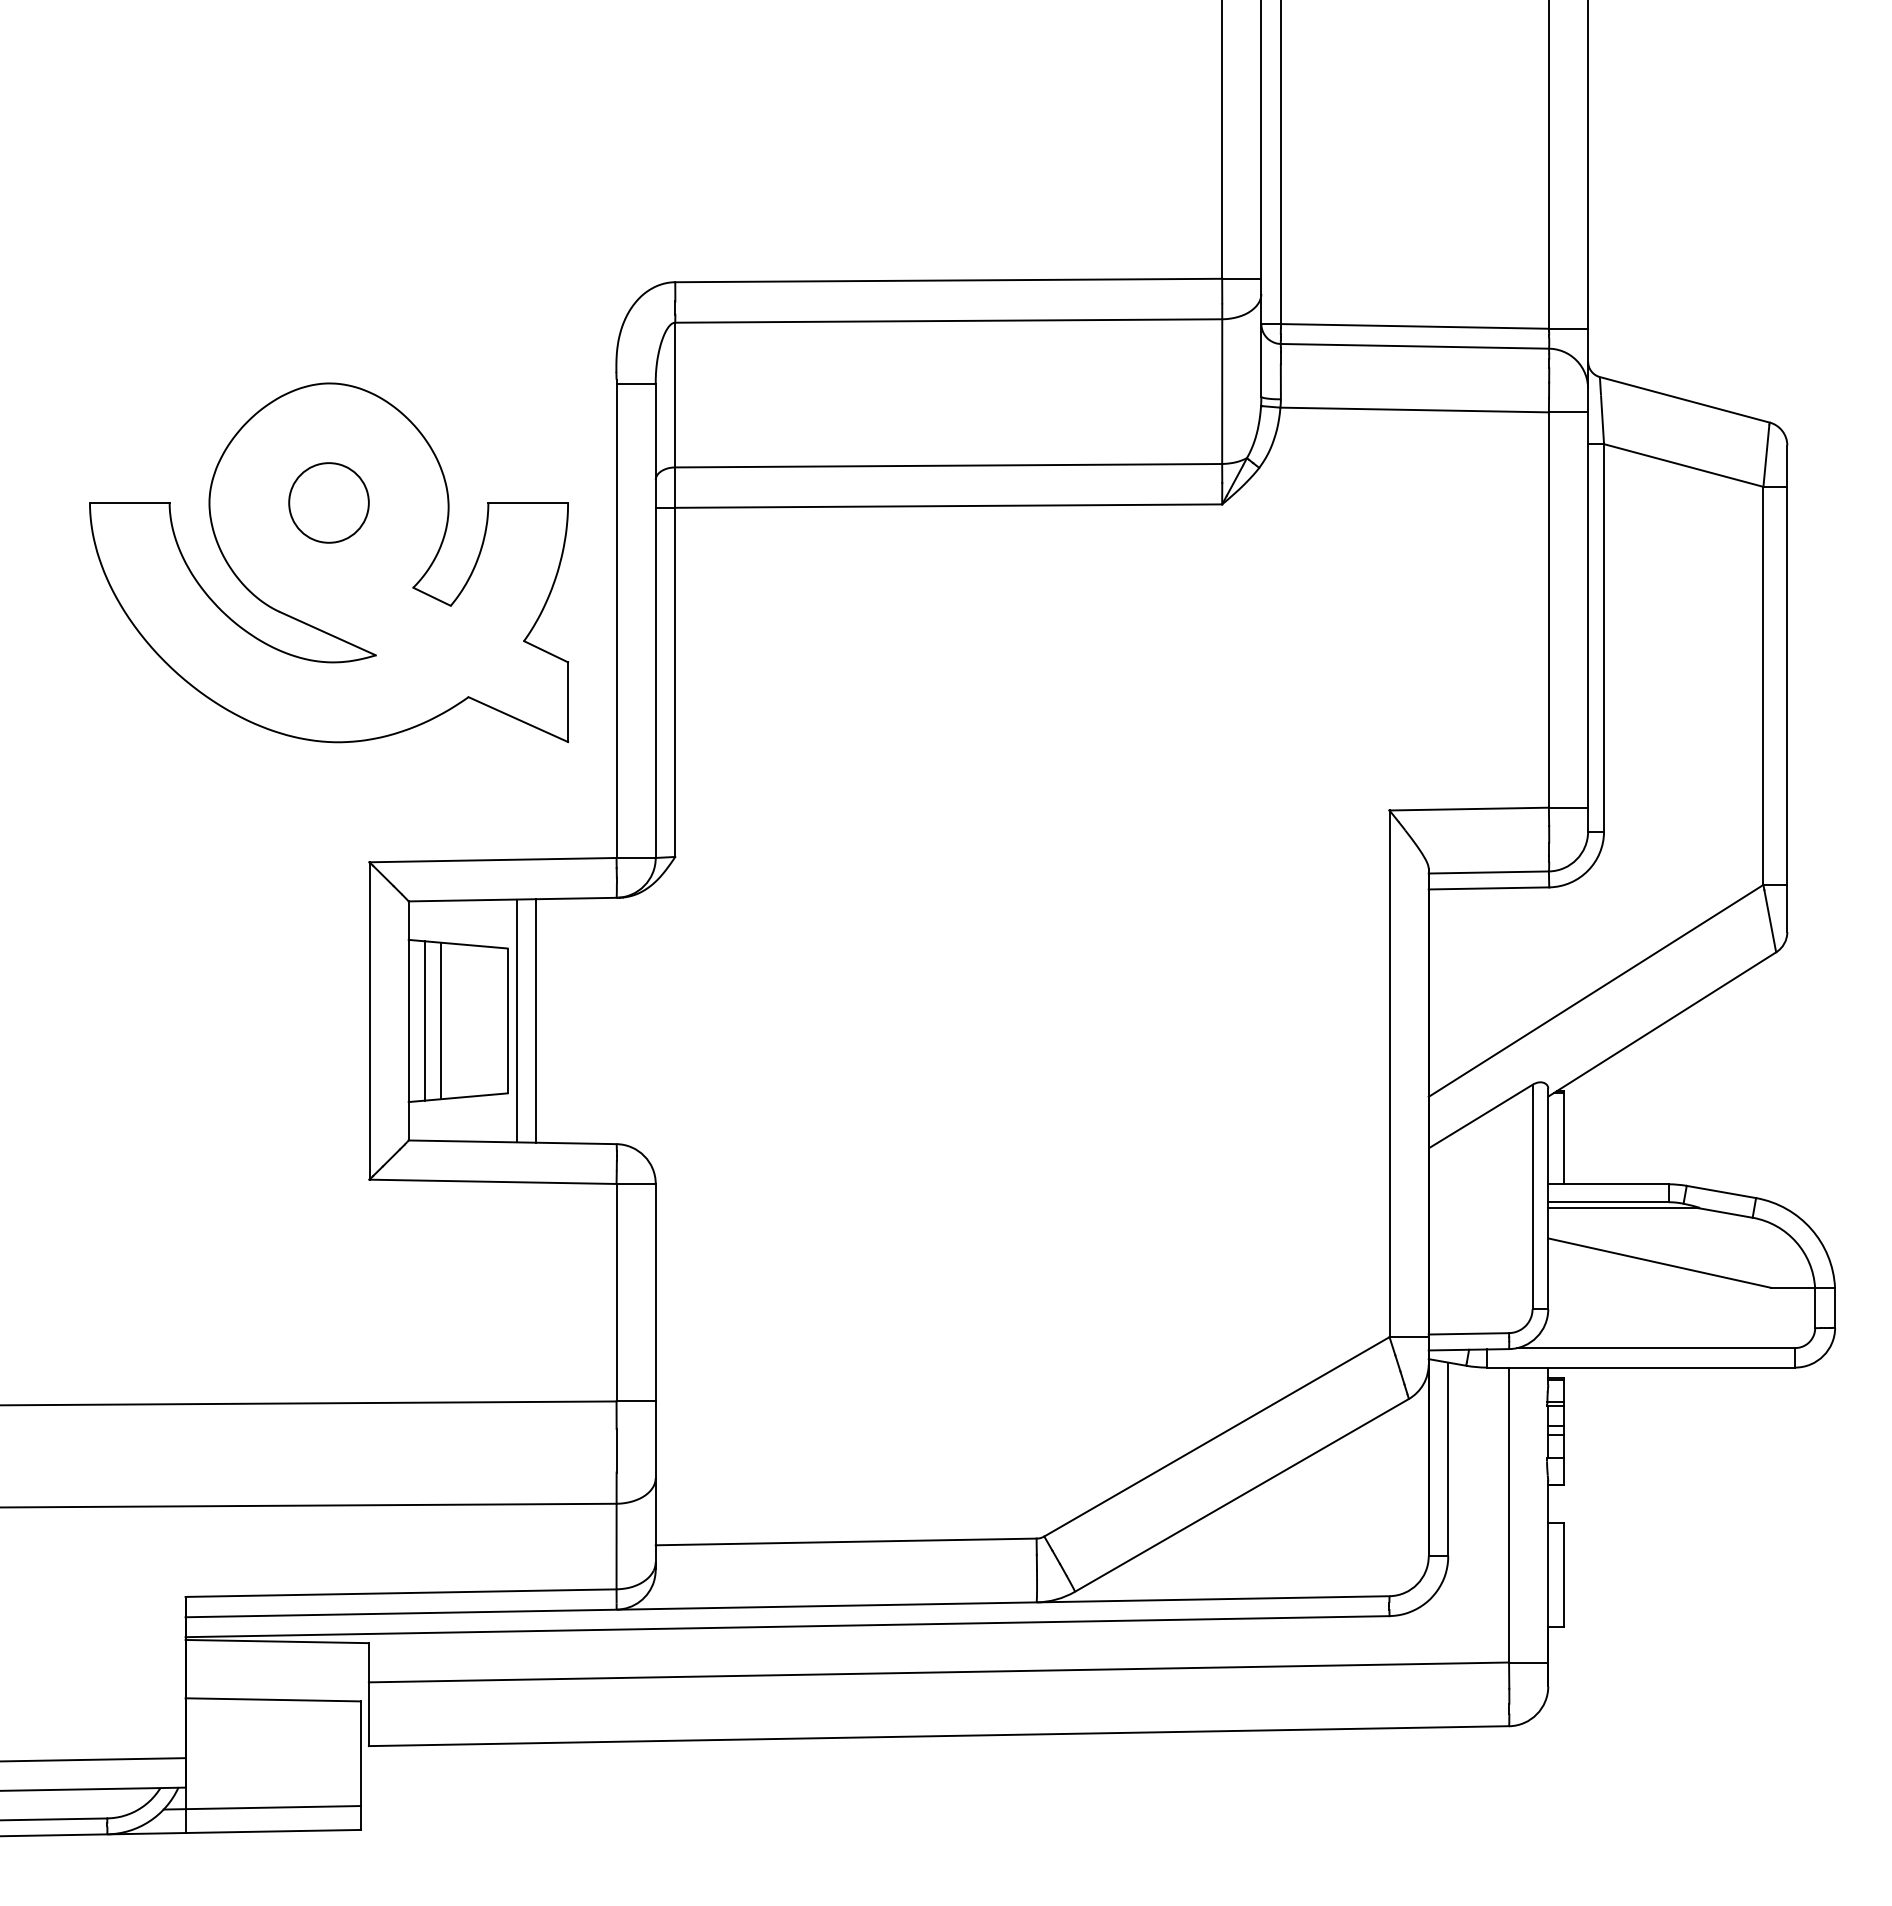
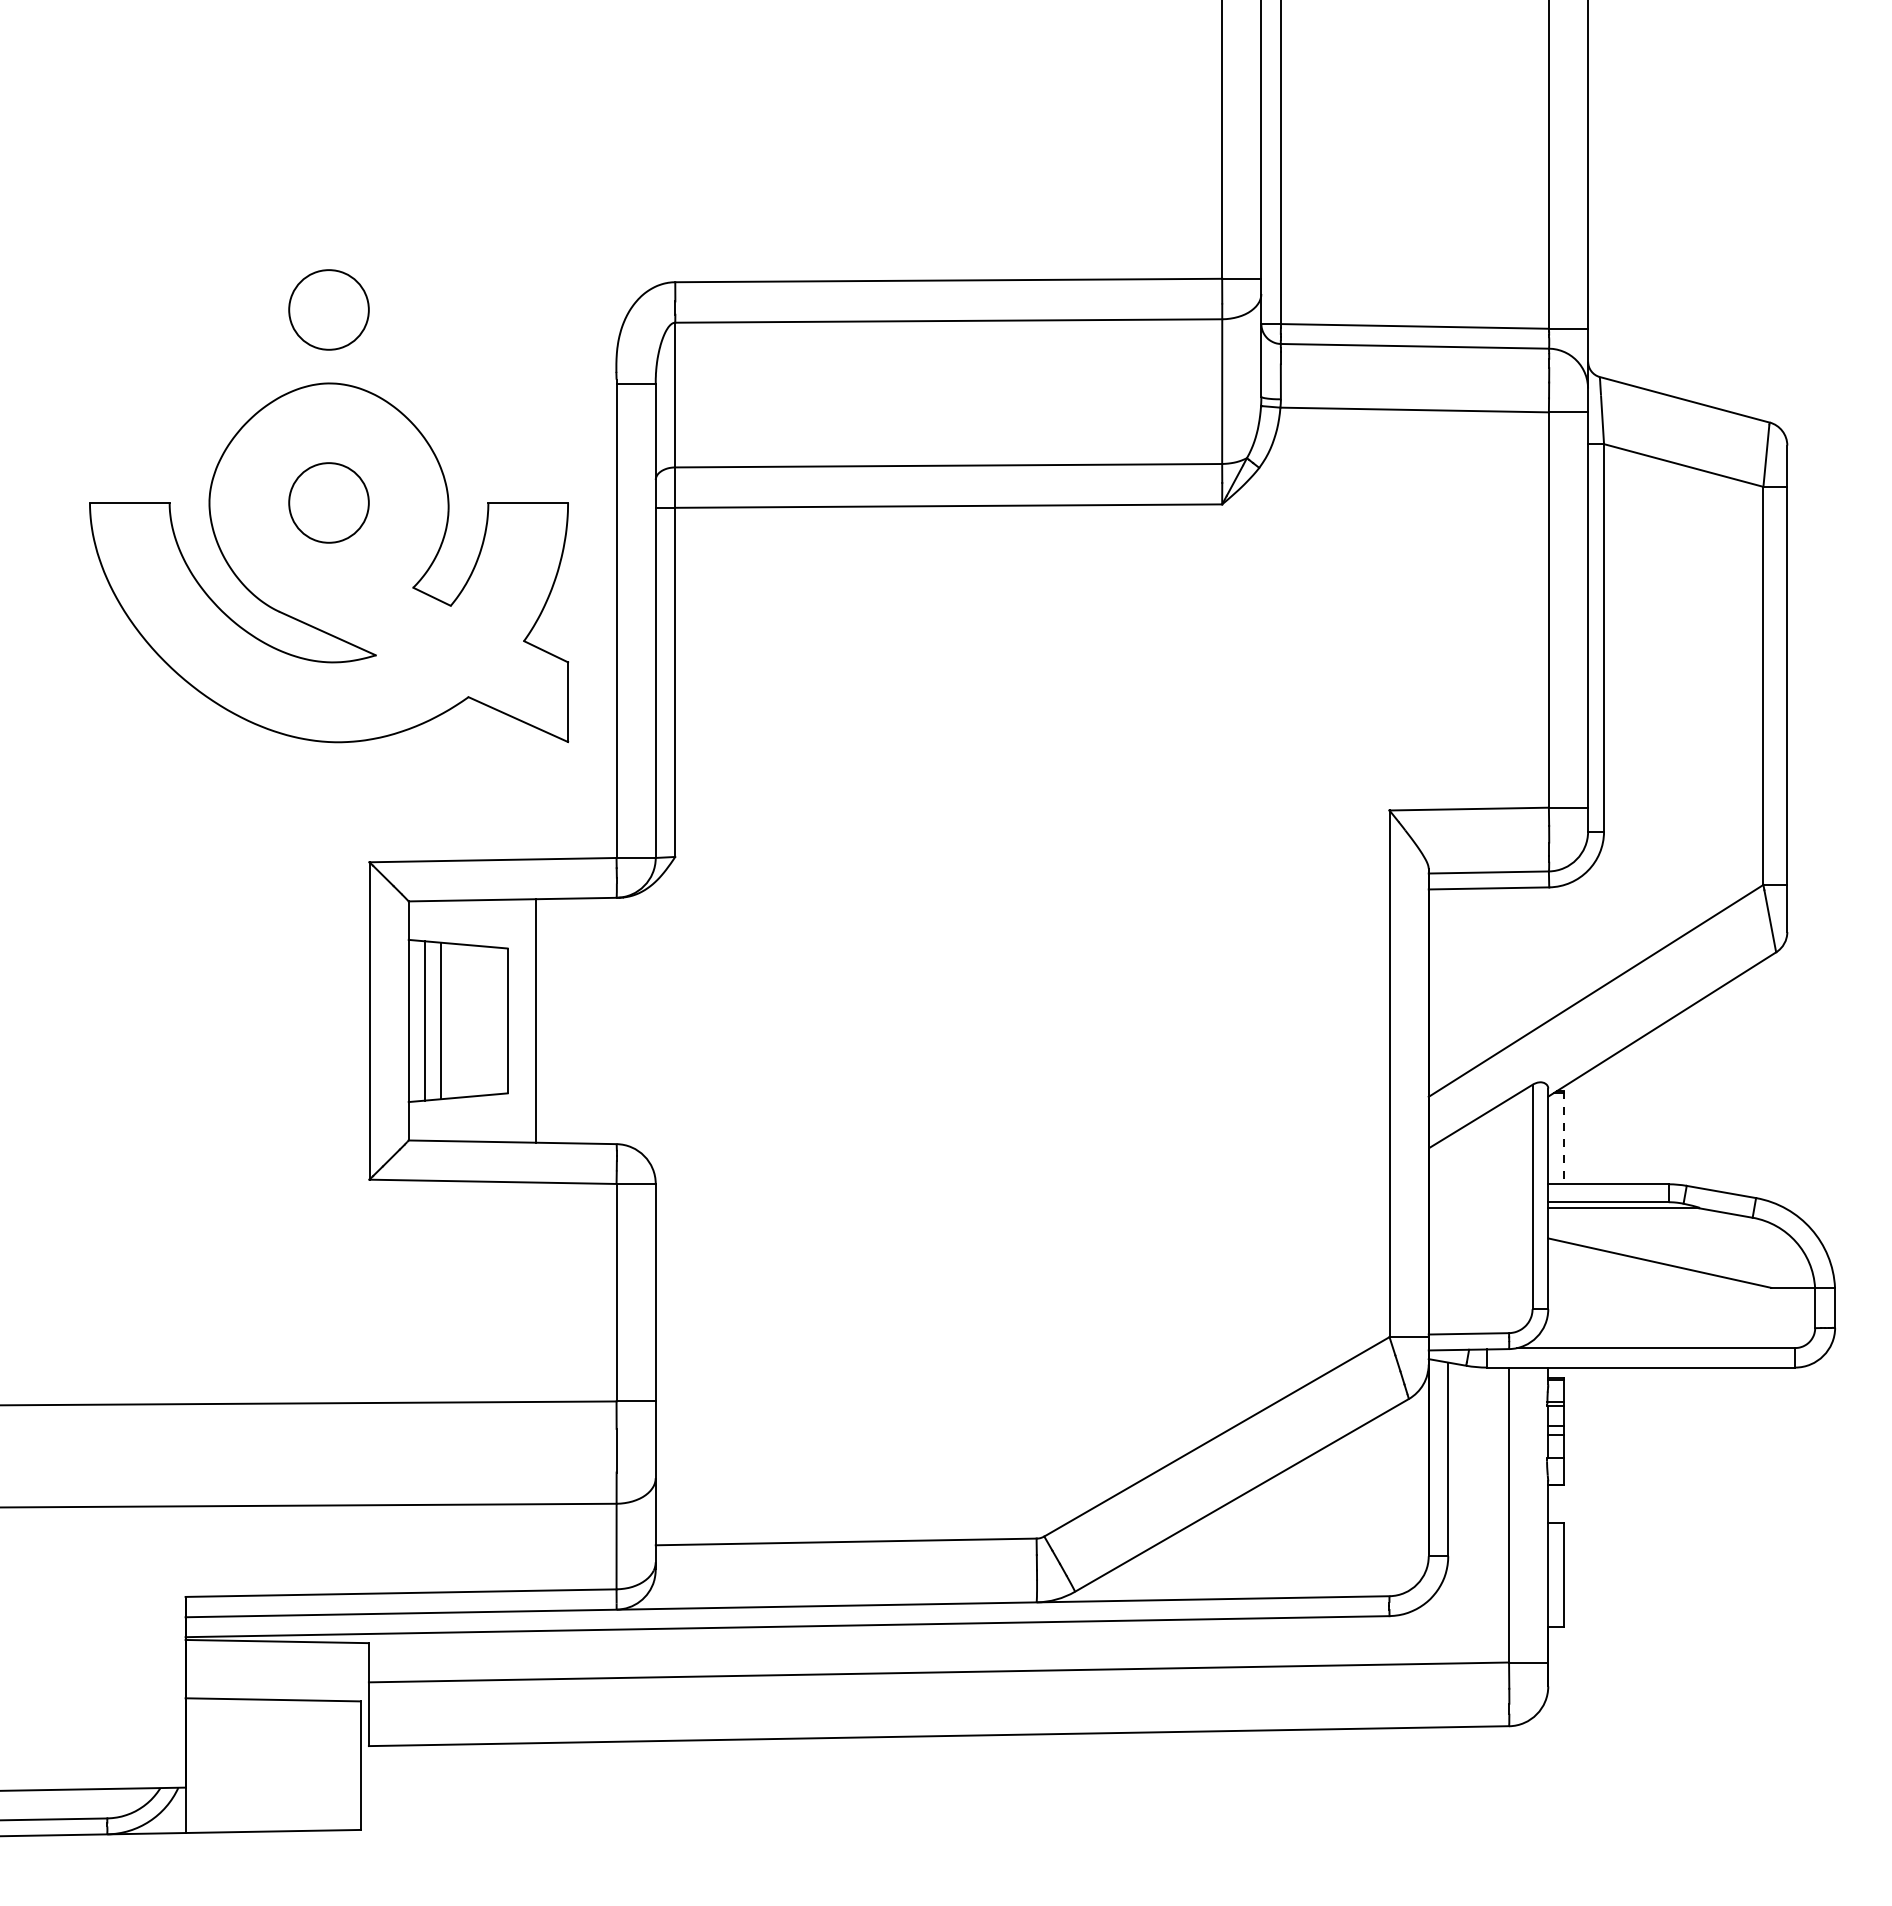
part at (328, 309): none -> present
line at (516, 1020): present -> none
line at (1564, 1137): solid -> dashed
line at (93, 1759): present -> none
line at (261, 1807): present -> none
